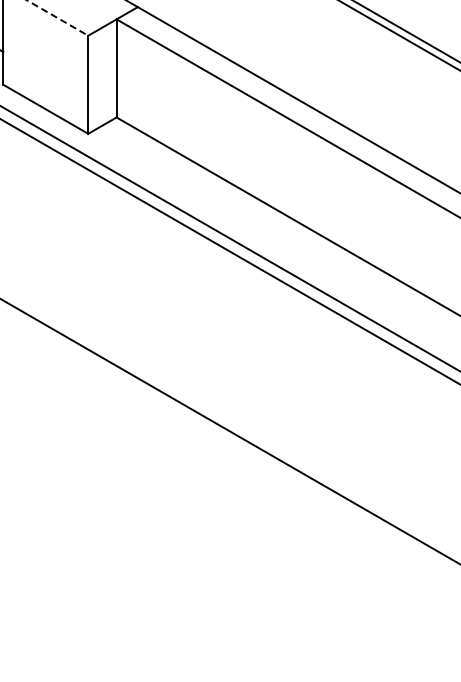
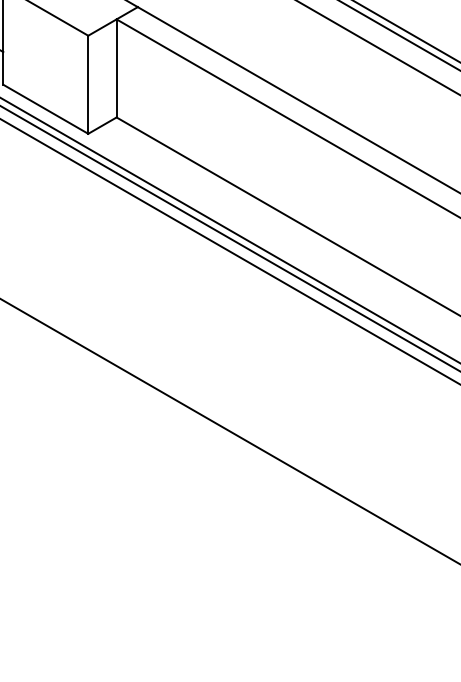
line at (57, 17): dashed -> solid
line at (378, 47): none -> present
line at (229, 229): none -> present
